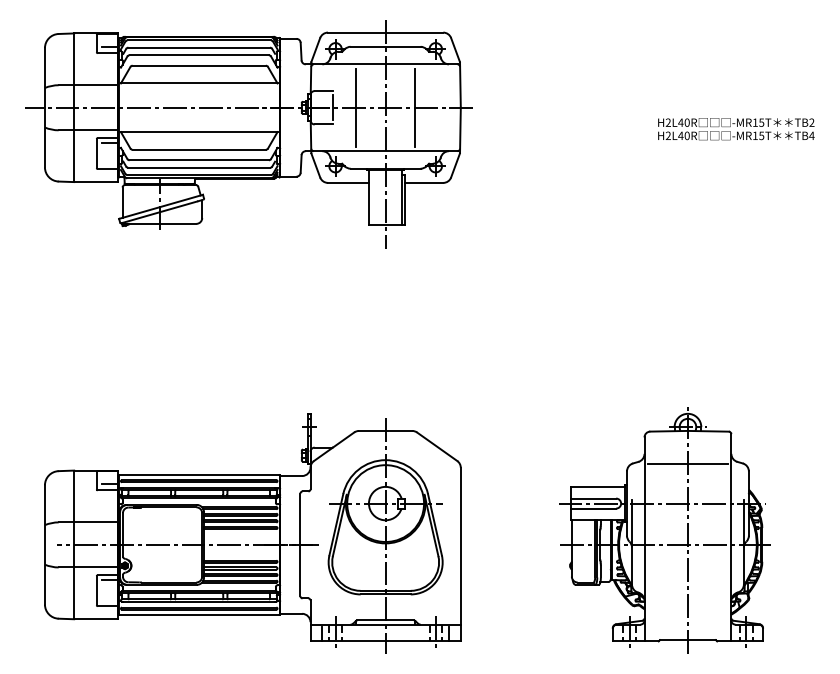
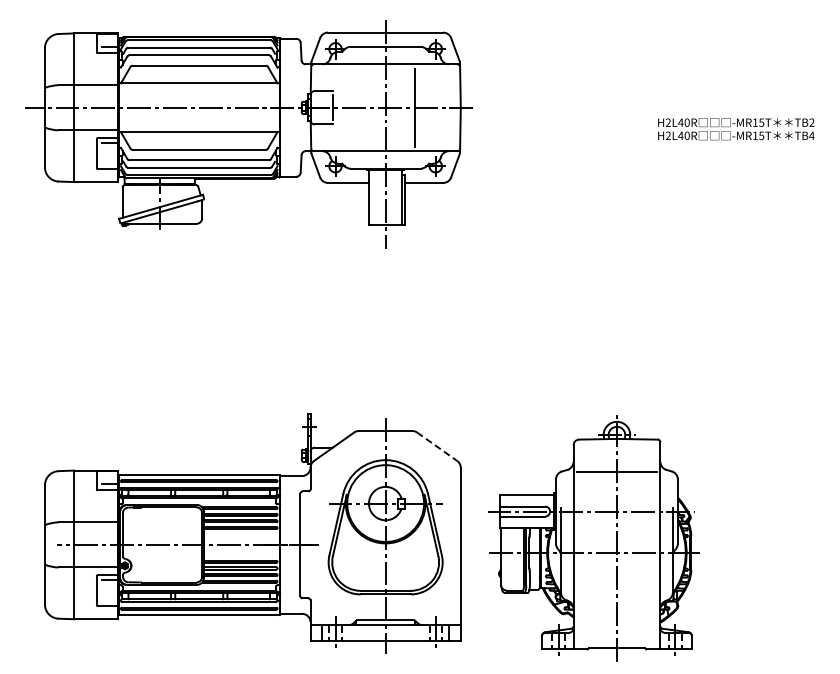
line at (356, 107): present -> none
line at (437, 446): solid -> dashed
part at (664, 530) position: (664, 530) -> (593, 538)
